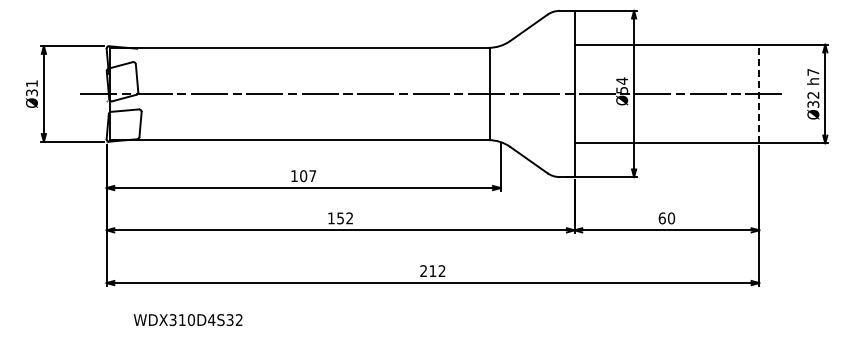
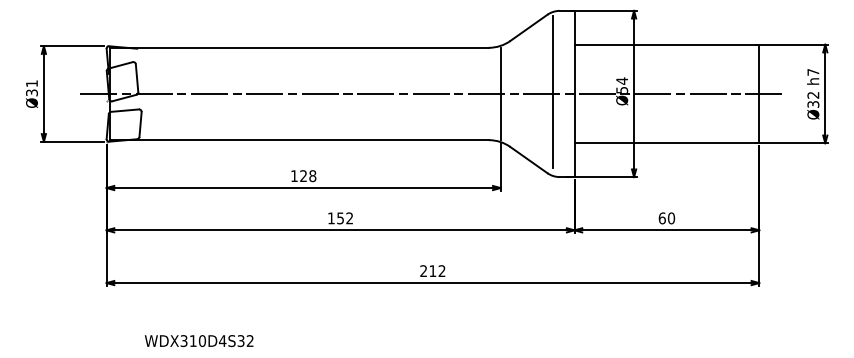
line at (553, 92): none -> present
line at (489, 93) position: (489, 93) -> (500, 93)
line at (759, 93): dashed -> solid
text at (308, 176): 107 -> 128
text at (187, 320) position: (187, 320) -> (198, 341)
